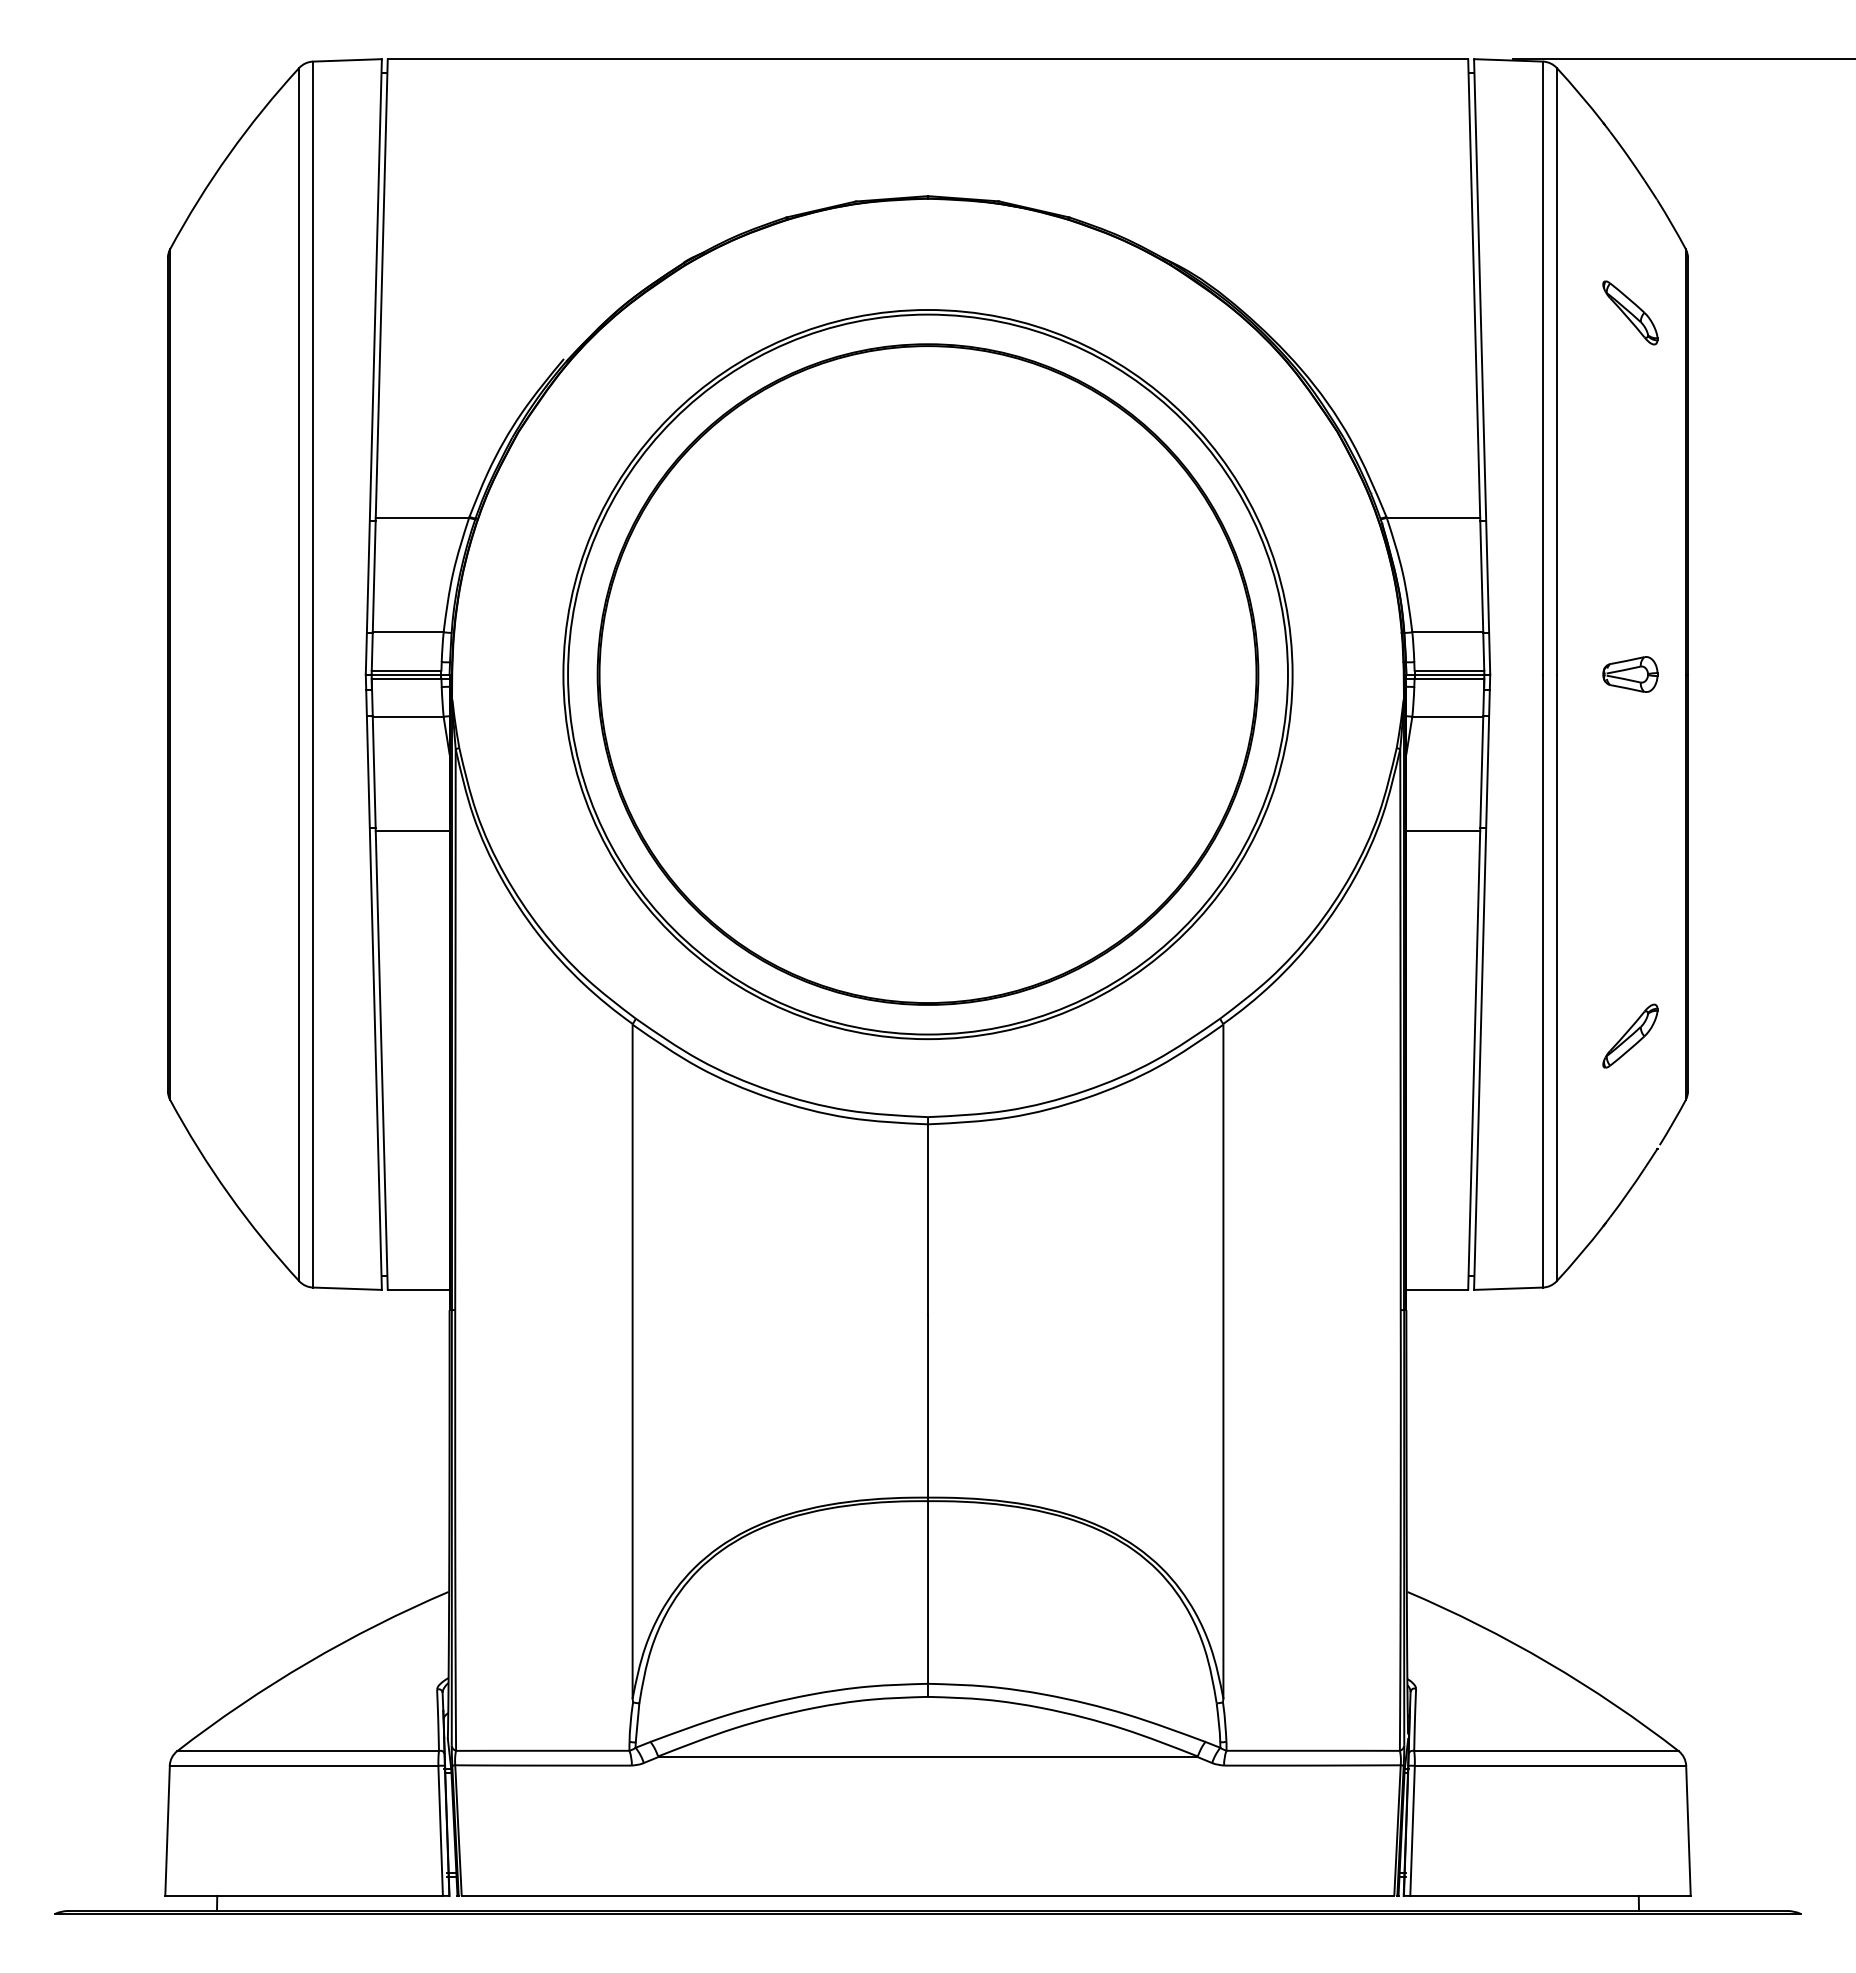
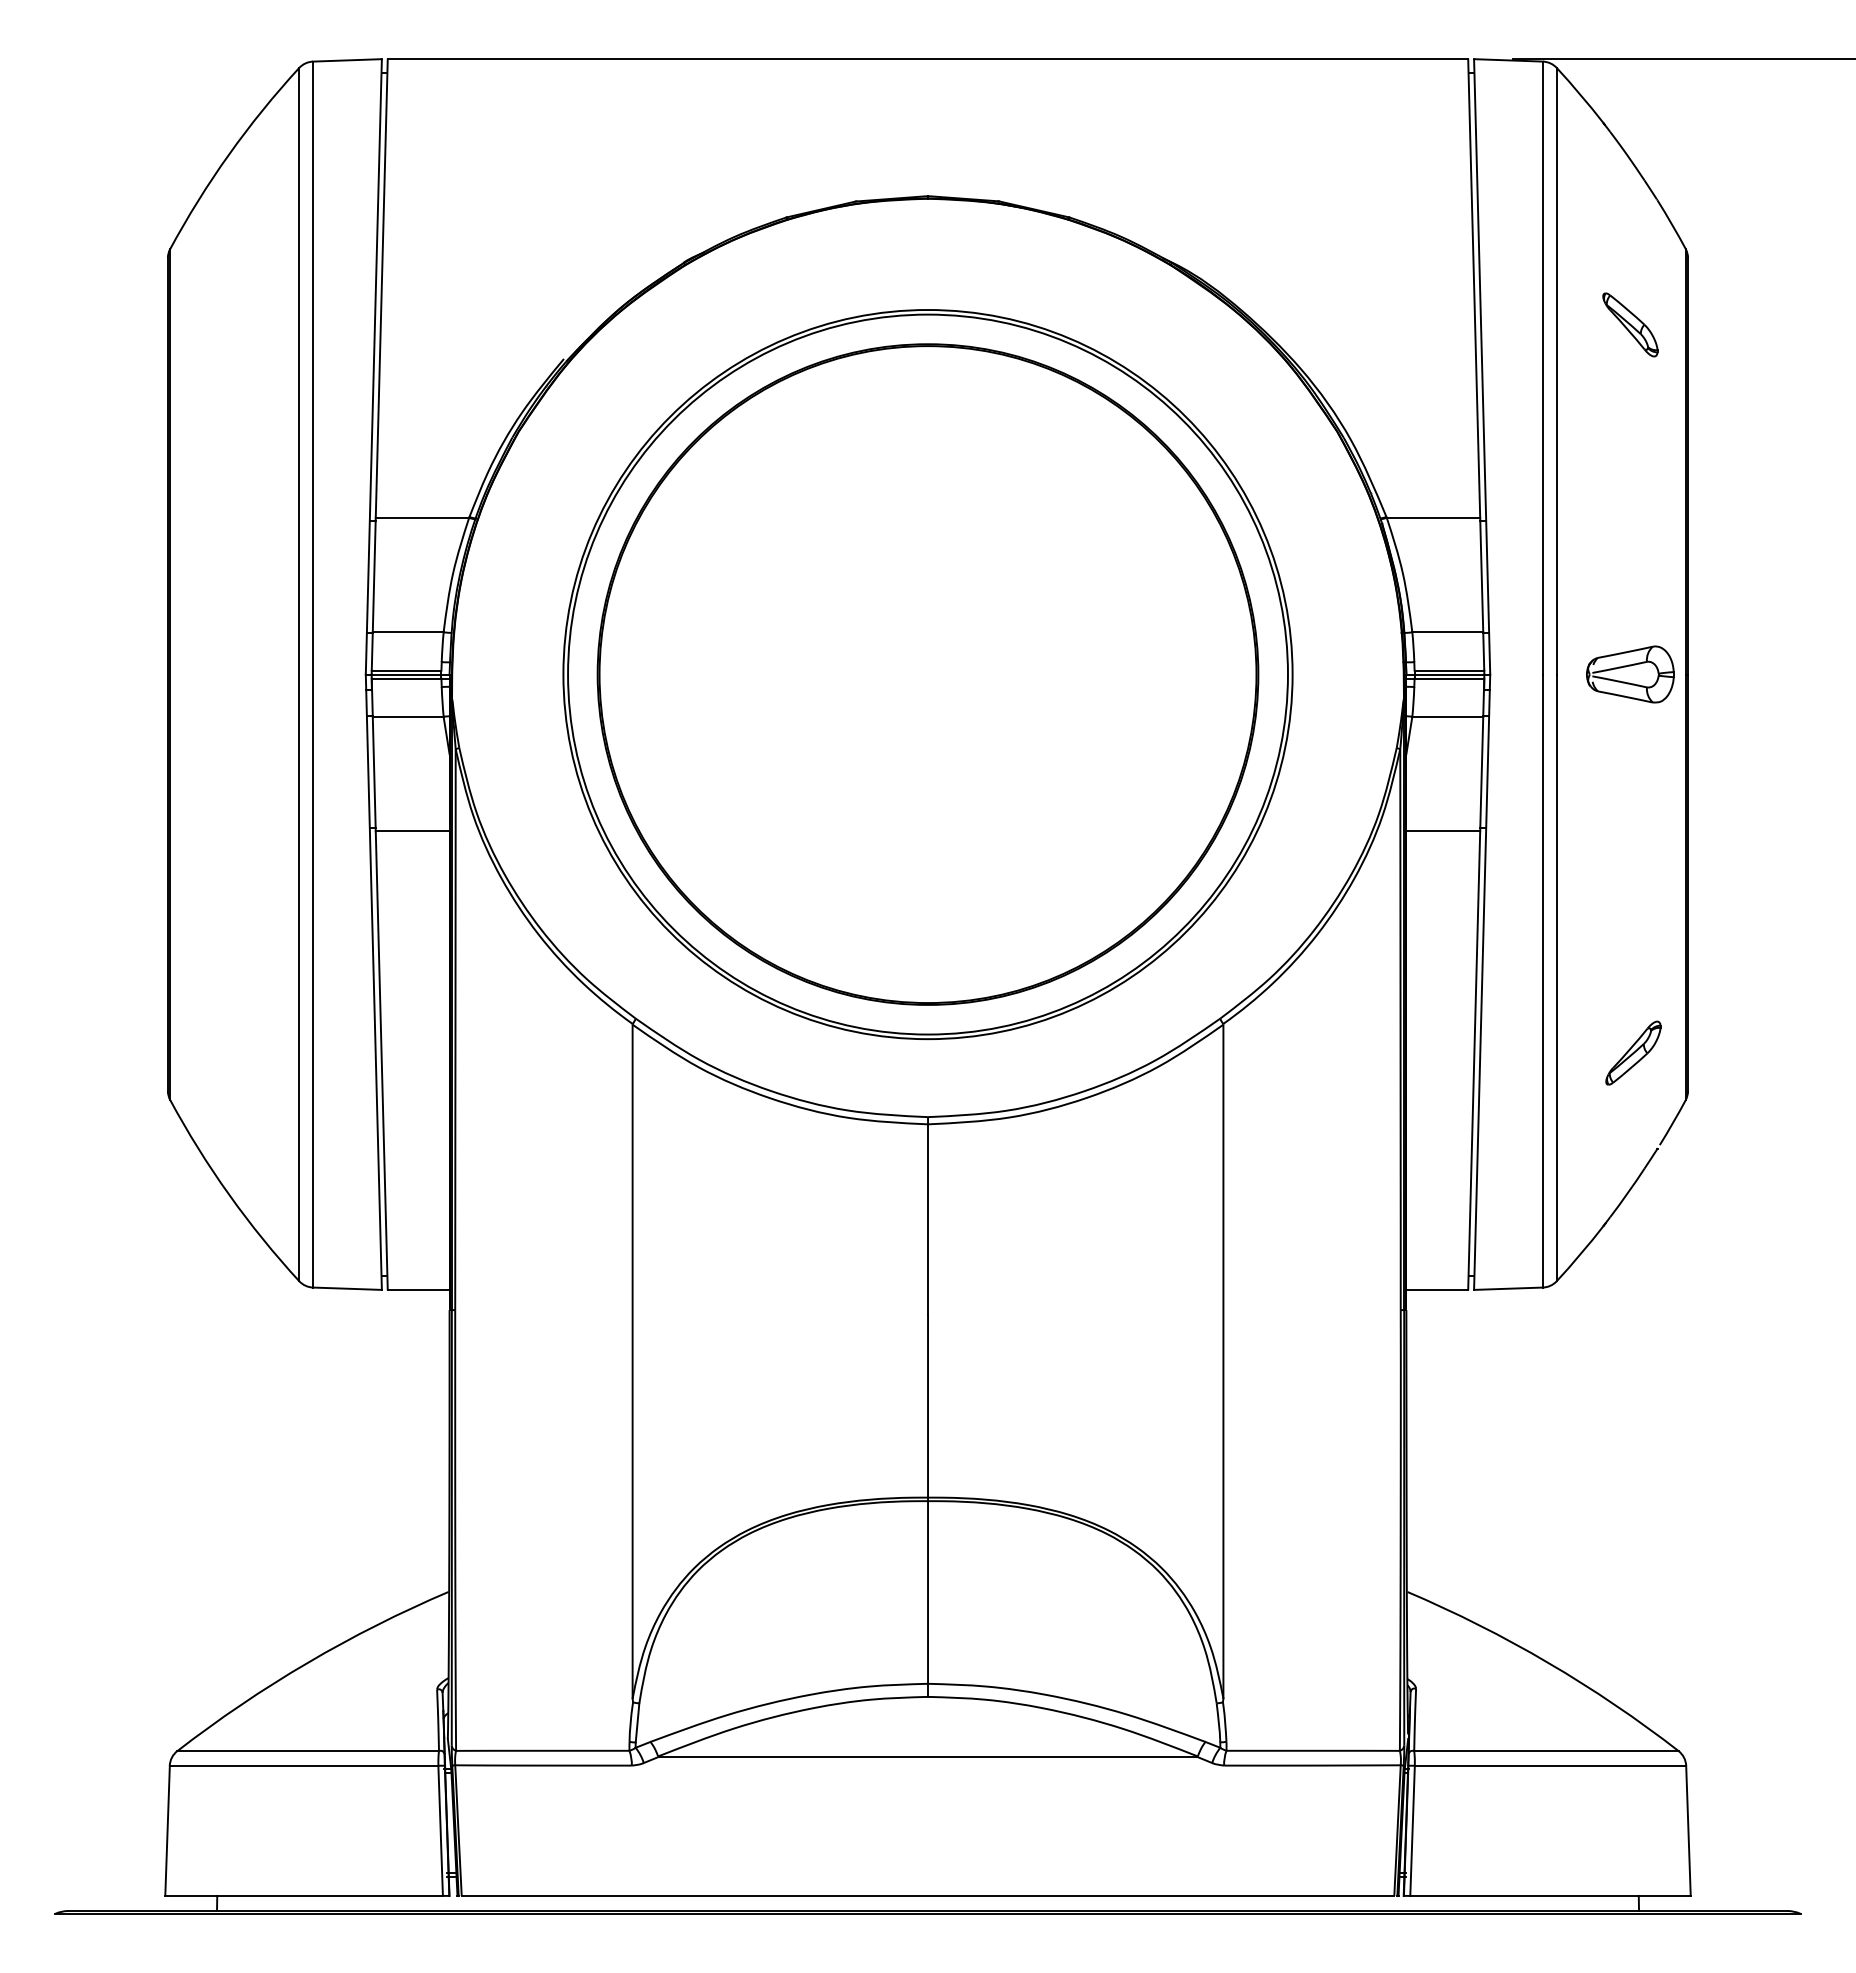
part at (1630, 312) position: (1630, 312) -> (1630, 324)
part at (1630, 674) size: 57x37 px -> 89x59 px
part at (1630, 1035) position: (1630, 1035) -> (1633, 1052)
